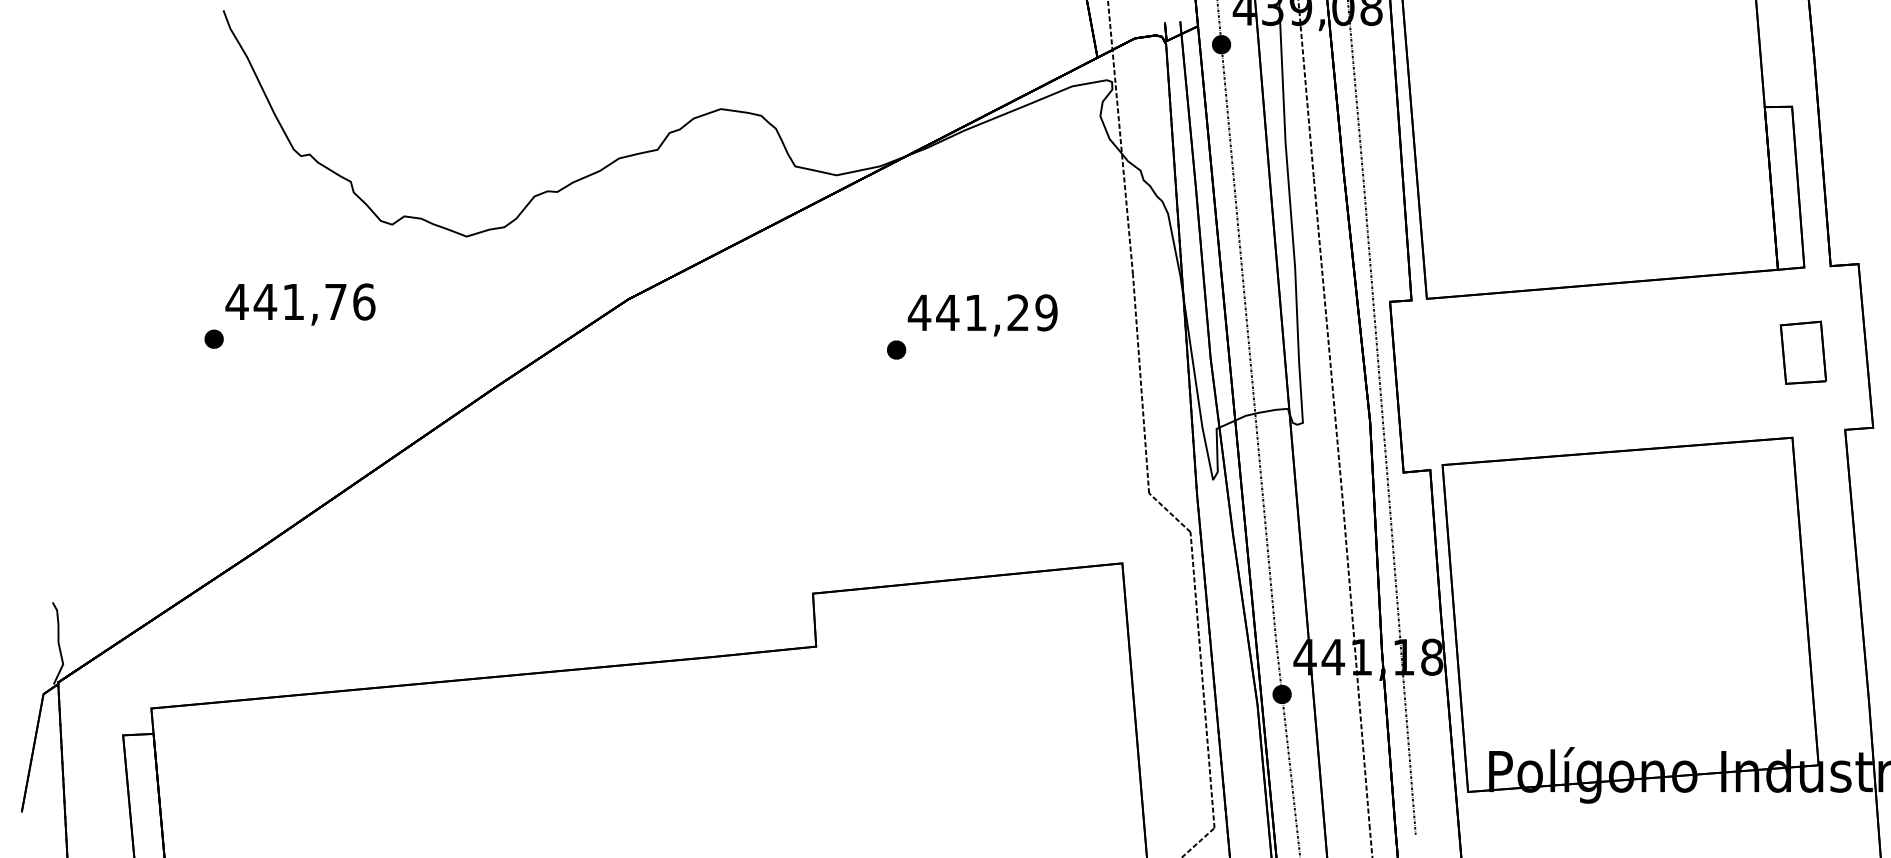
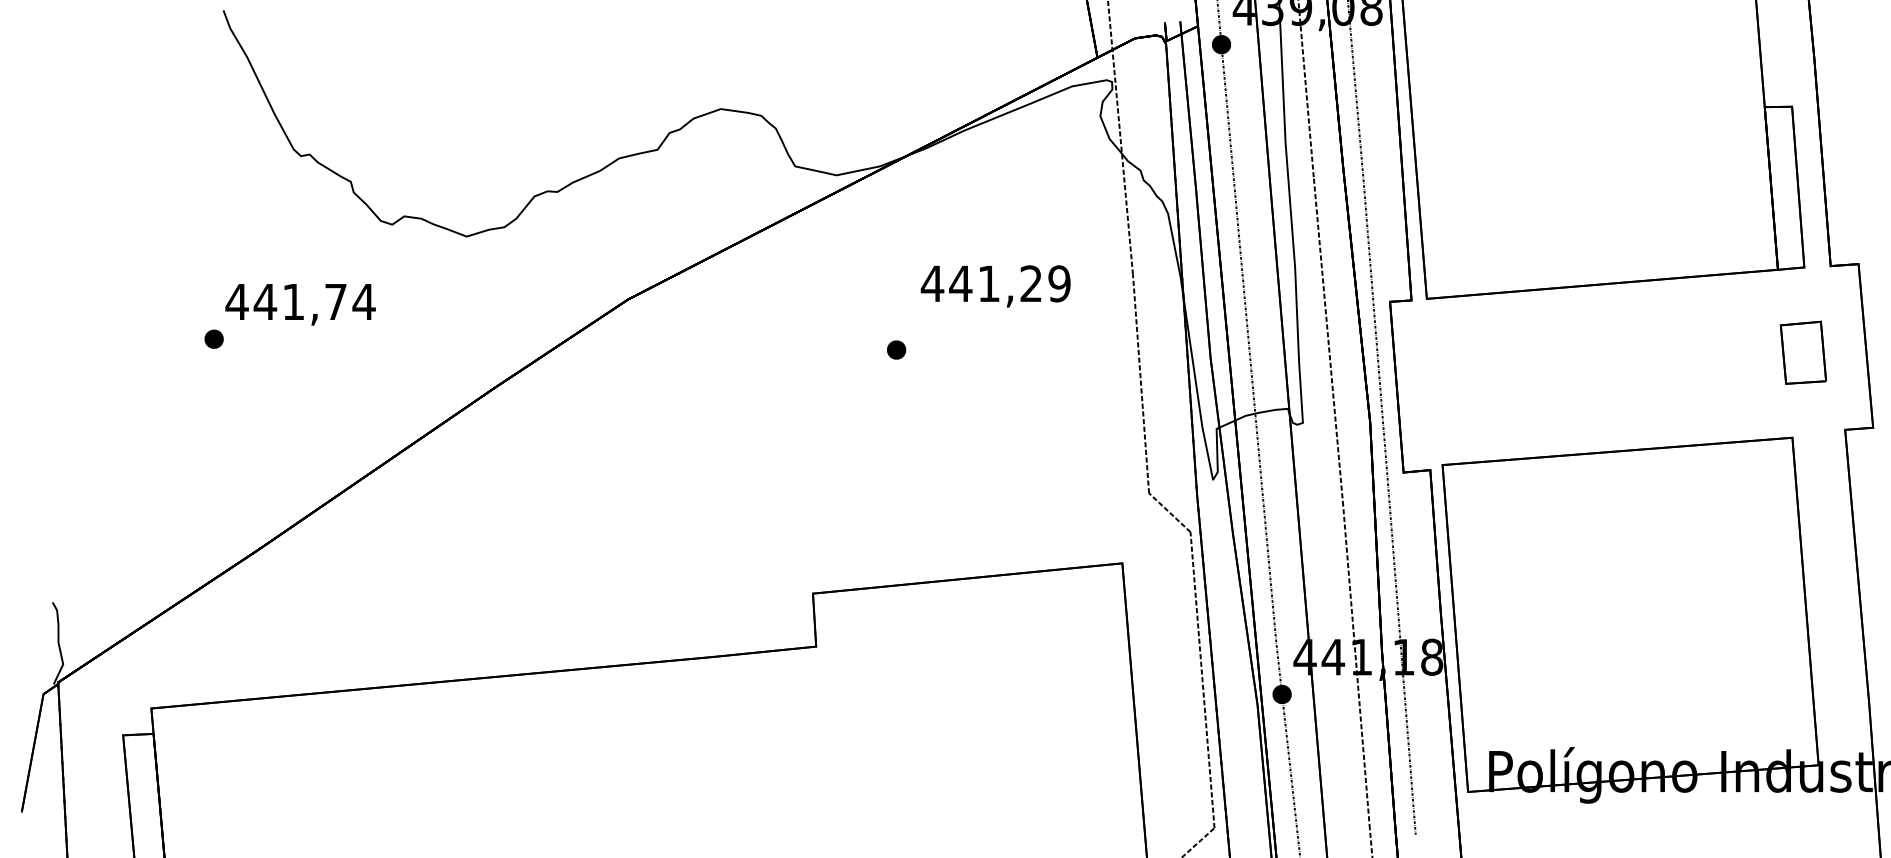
text at (363, 301): 441,76 -> 441,74
text at (982, 315) position: (982, 315) -> (995, 286)
